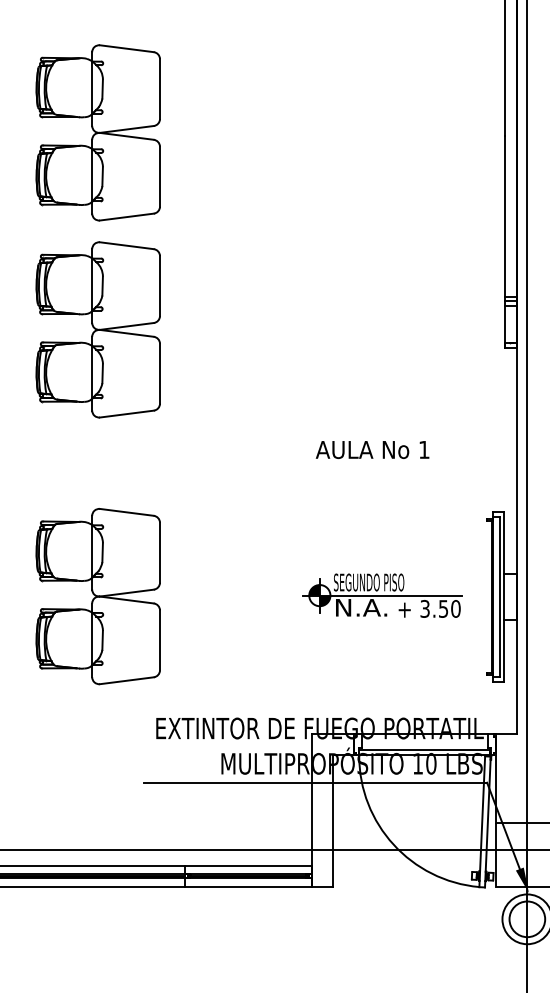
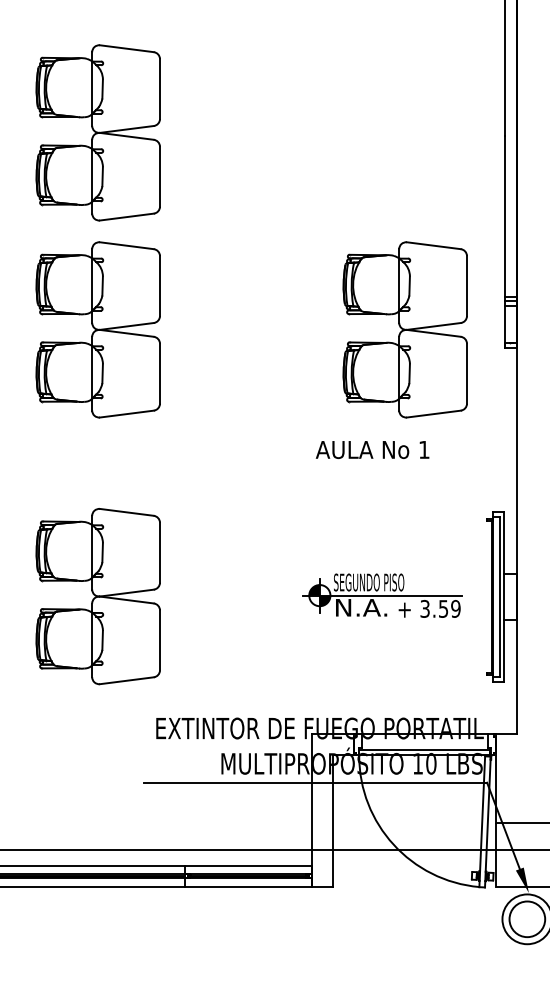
part at (404, 329): none -> present
line at (527, 495): present -> none
text at (455, 608): 3.50 -> 3.59
